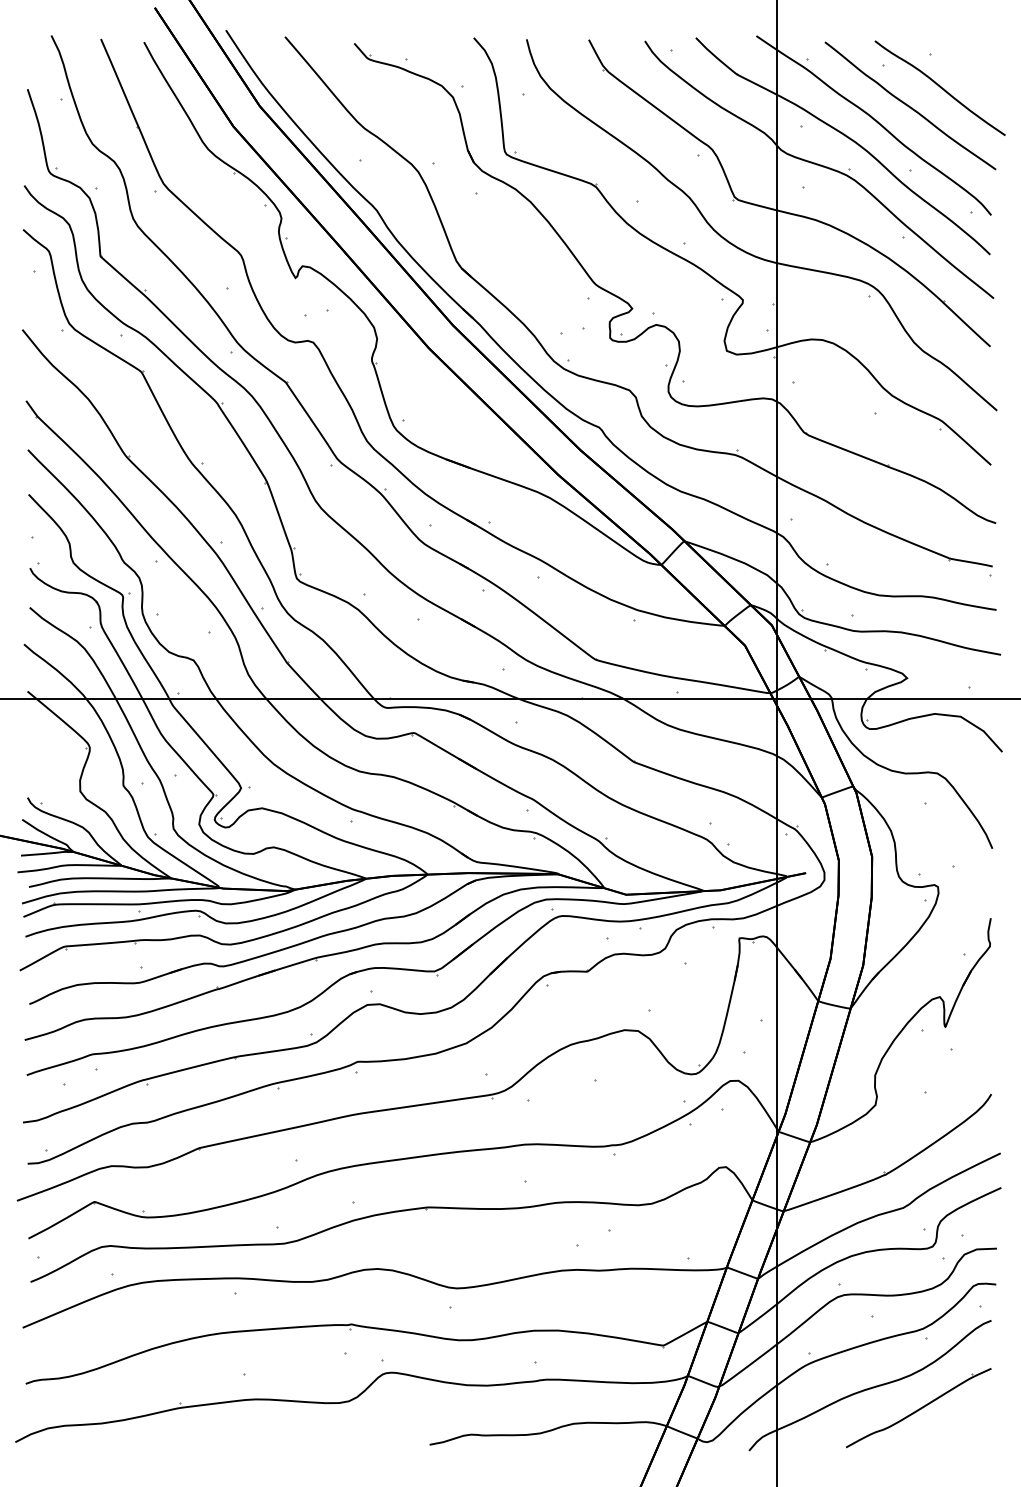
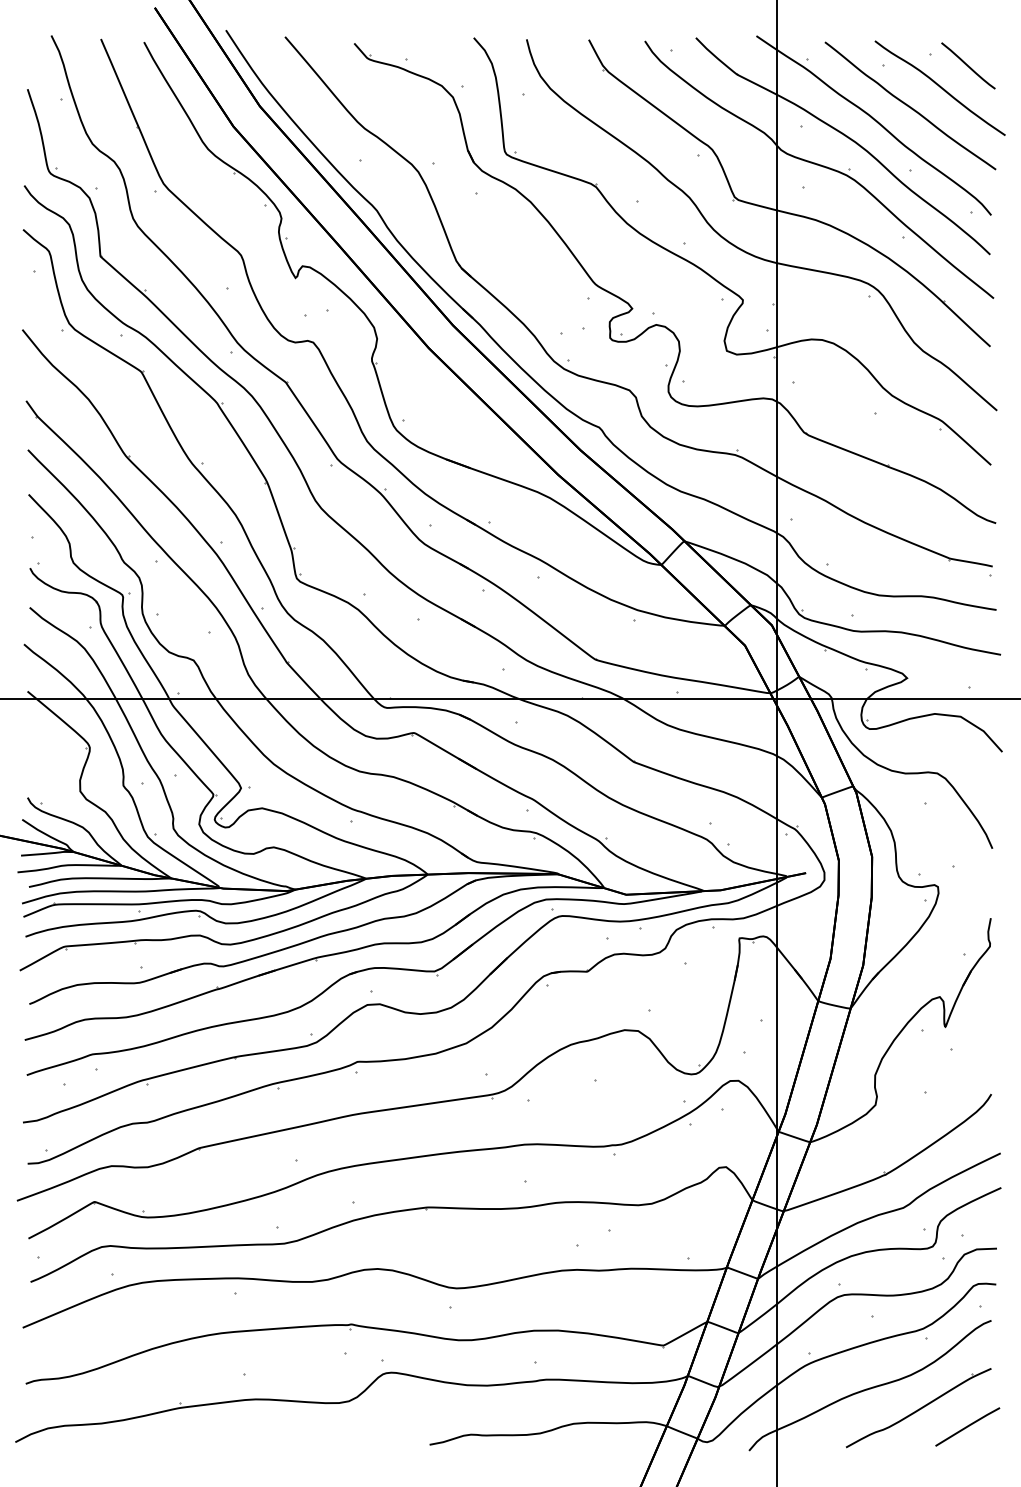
curve at (968, 65): none -> present
line at (967, 1426): none -> present
